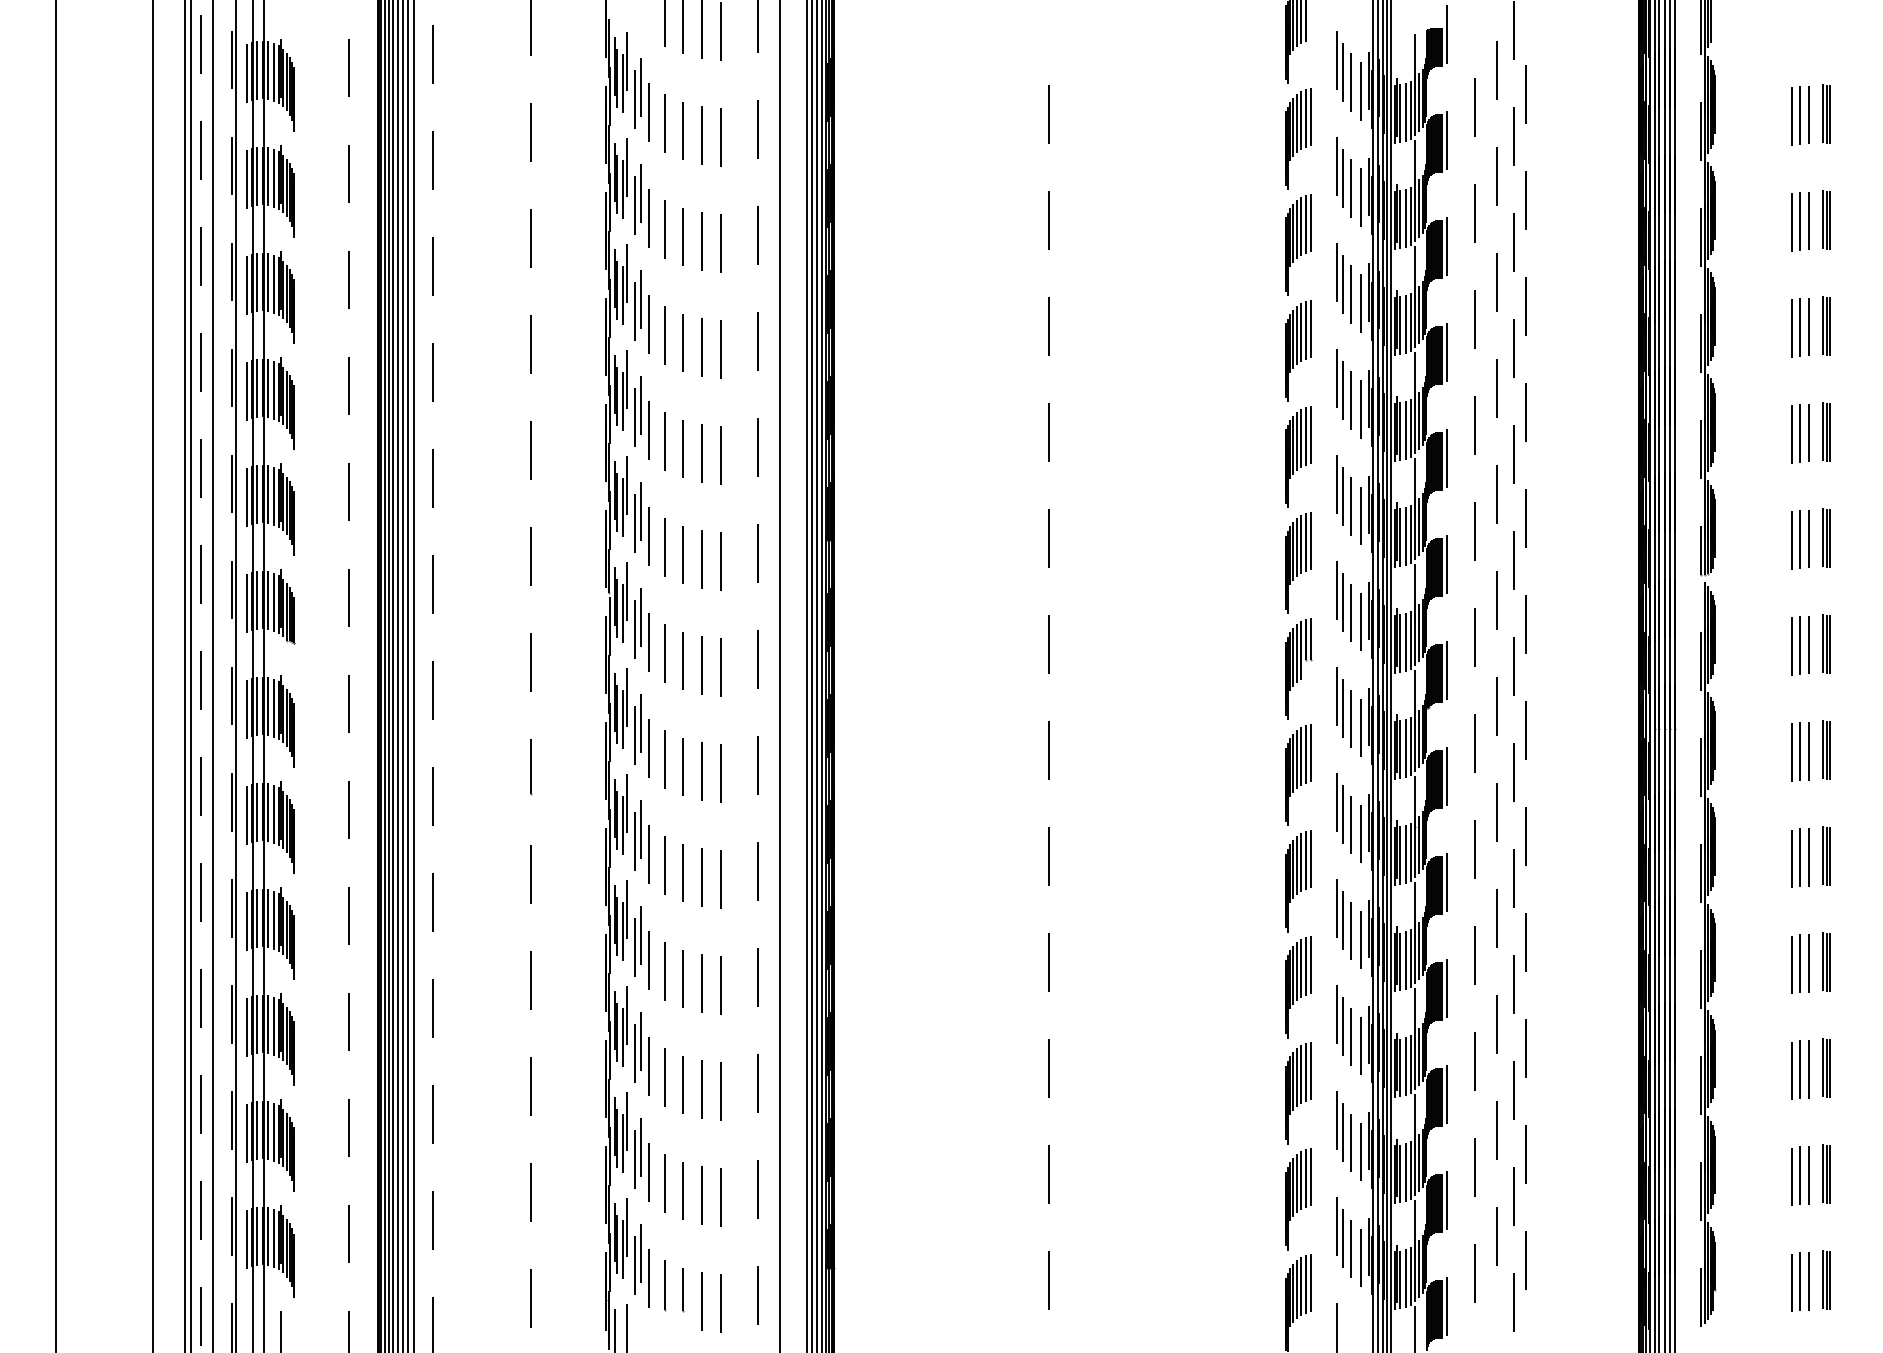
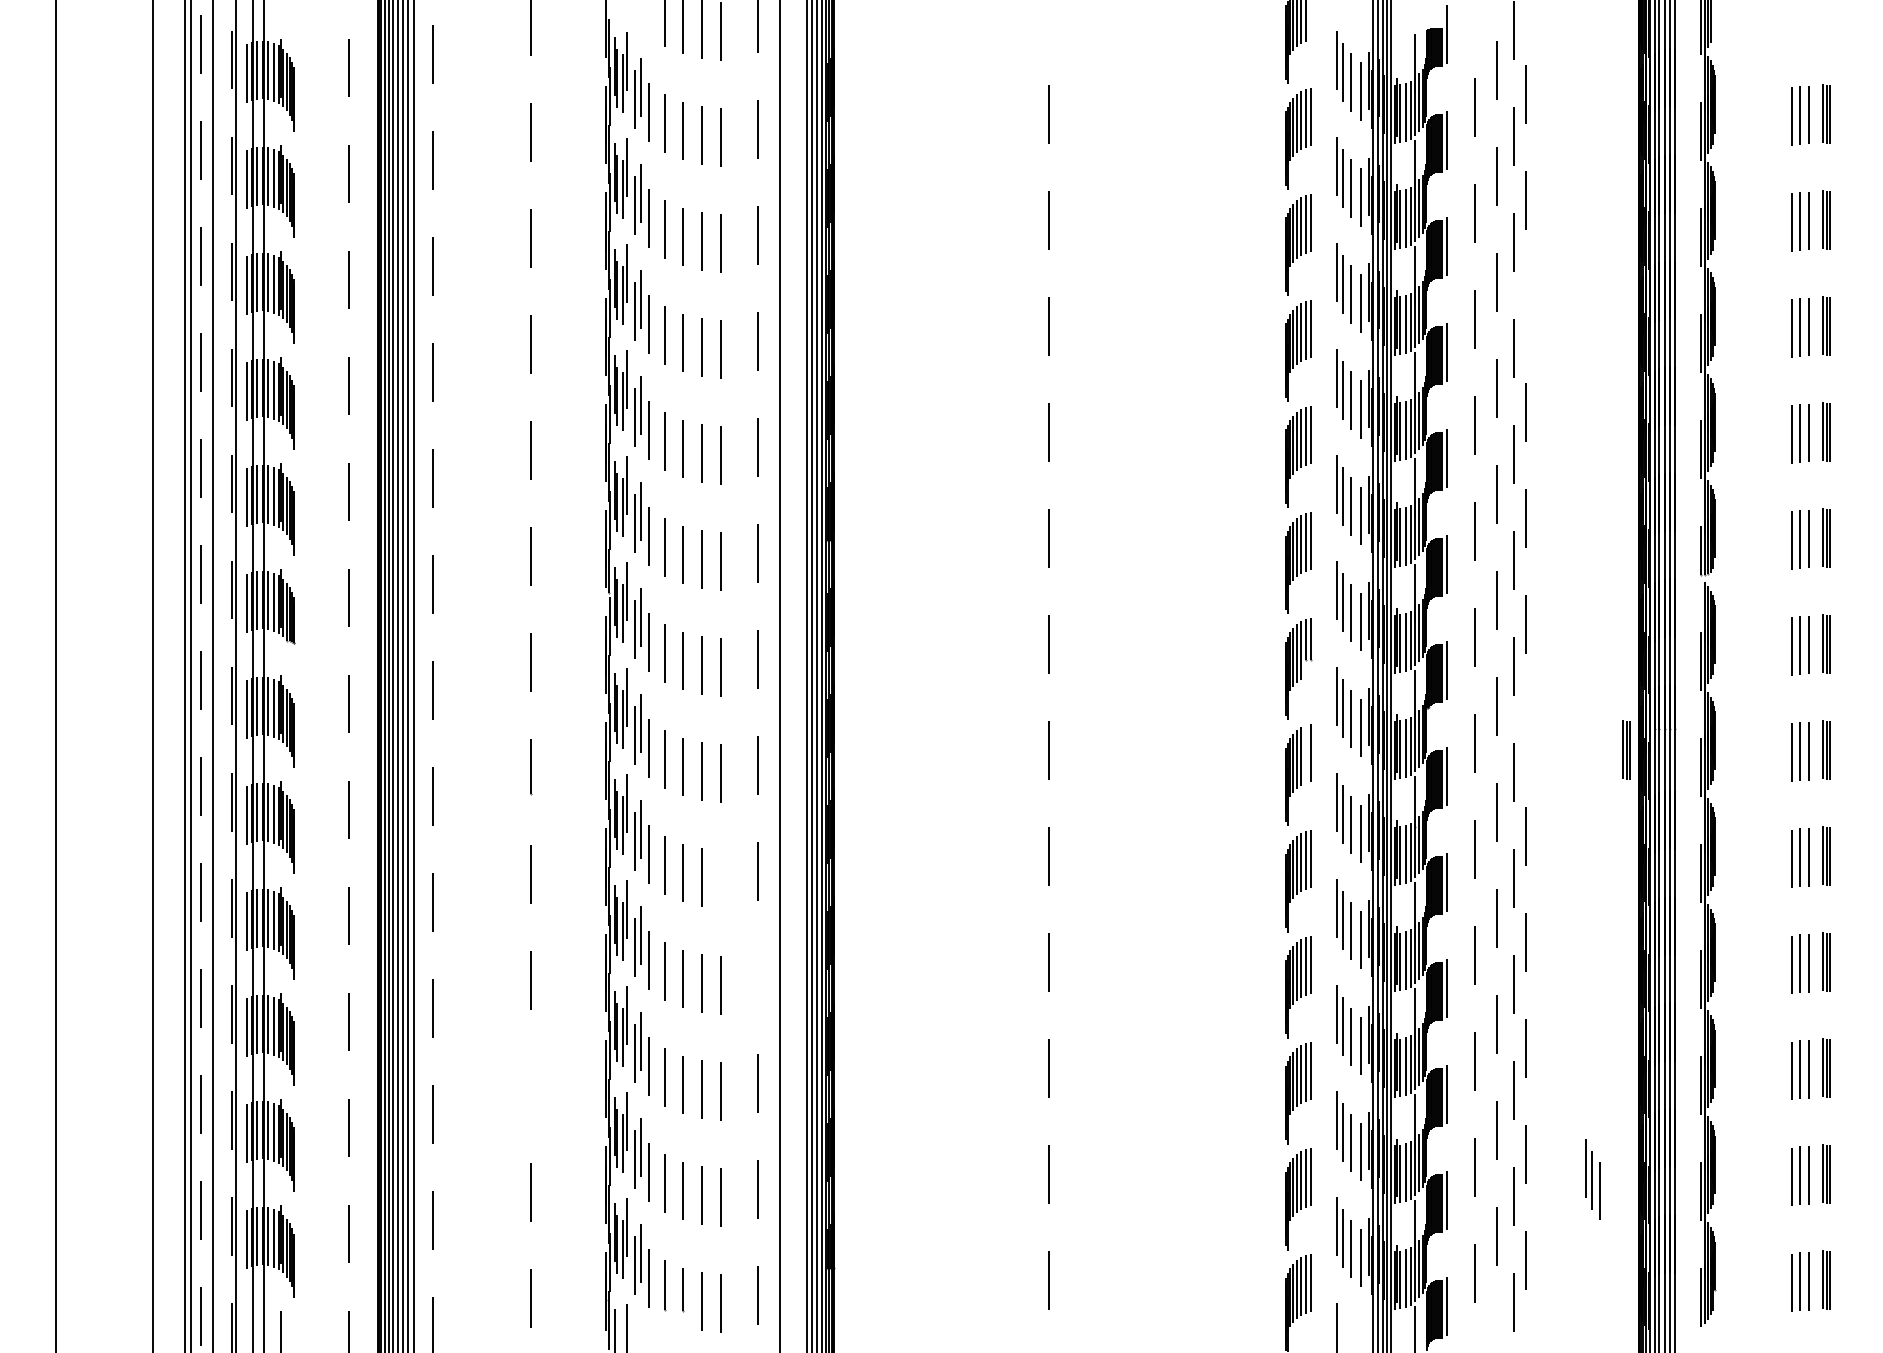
line at (1525, 306): present -> none
line at (1525, 730): present -> none
part at (1626, 749): none -> present
line at (1305, 754): present -> none
line at (720, 879): present -> none
line at (758, 976): present -> none
line at (531, 1086): present -> none
part at (1592, 1179): none -> present
